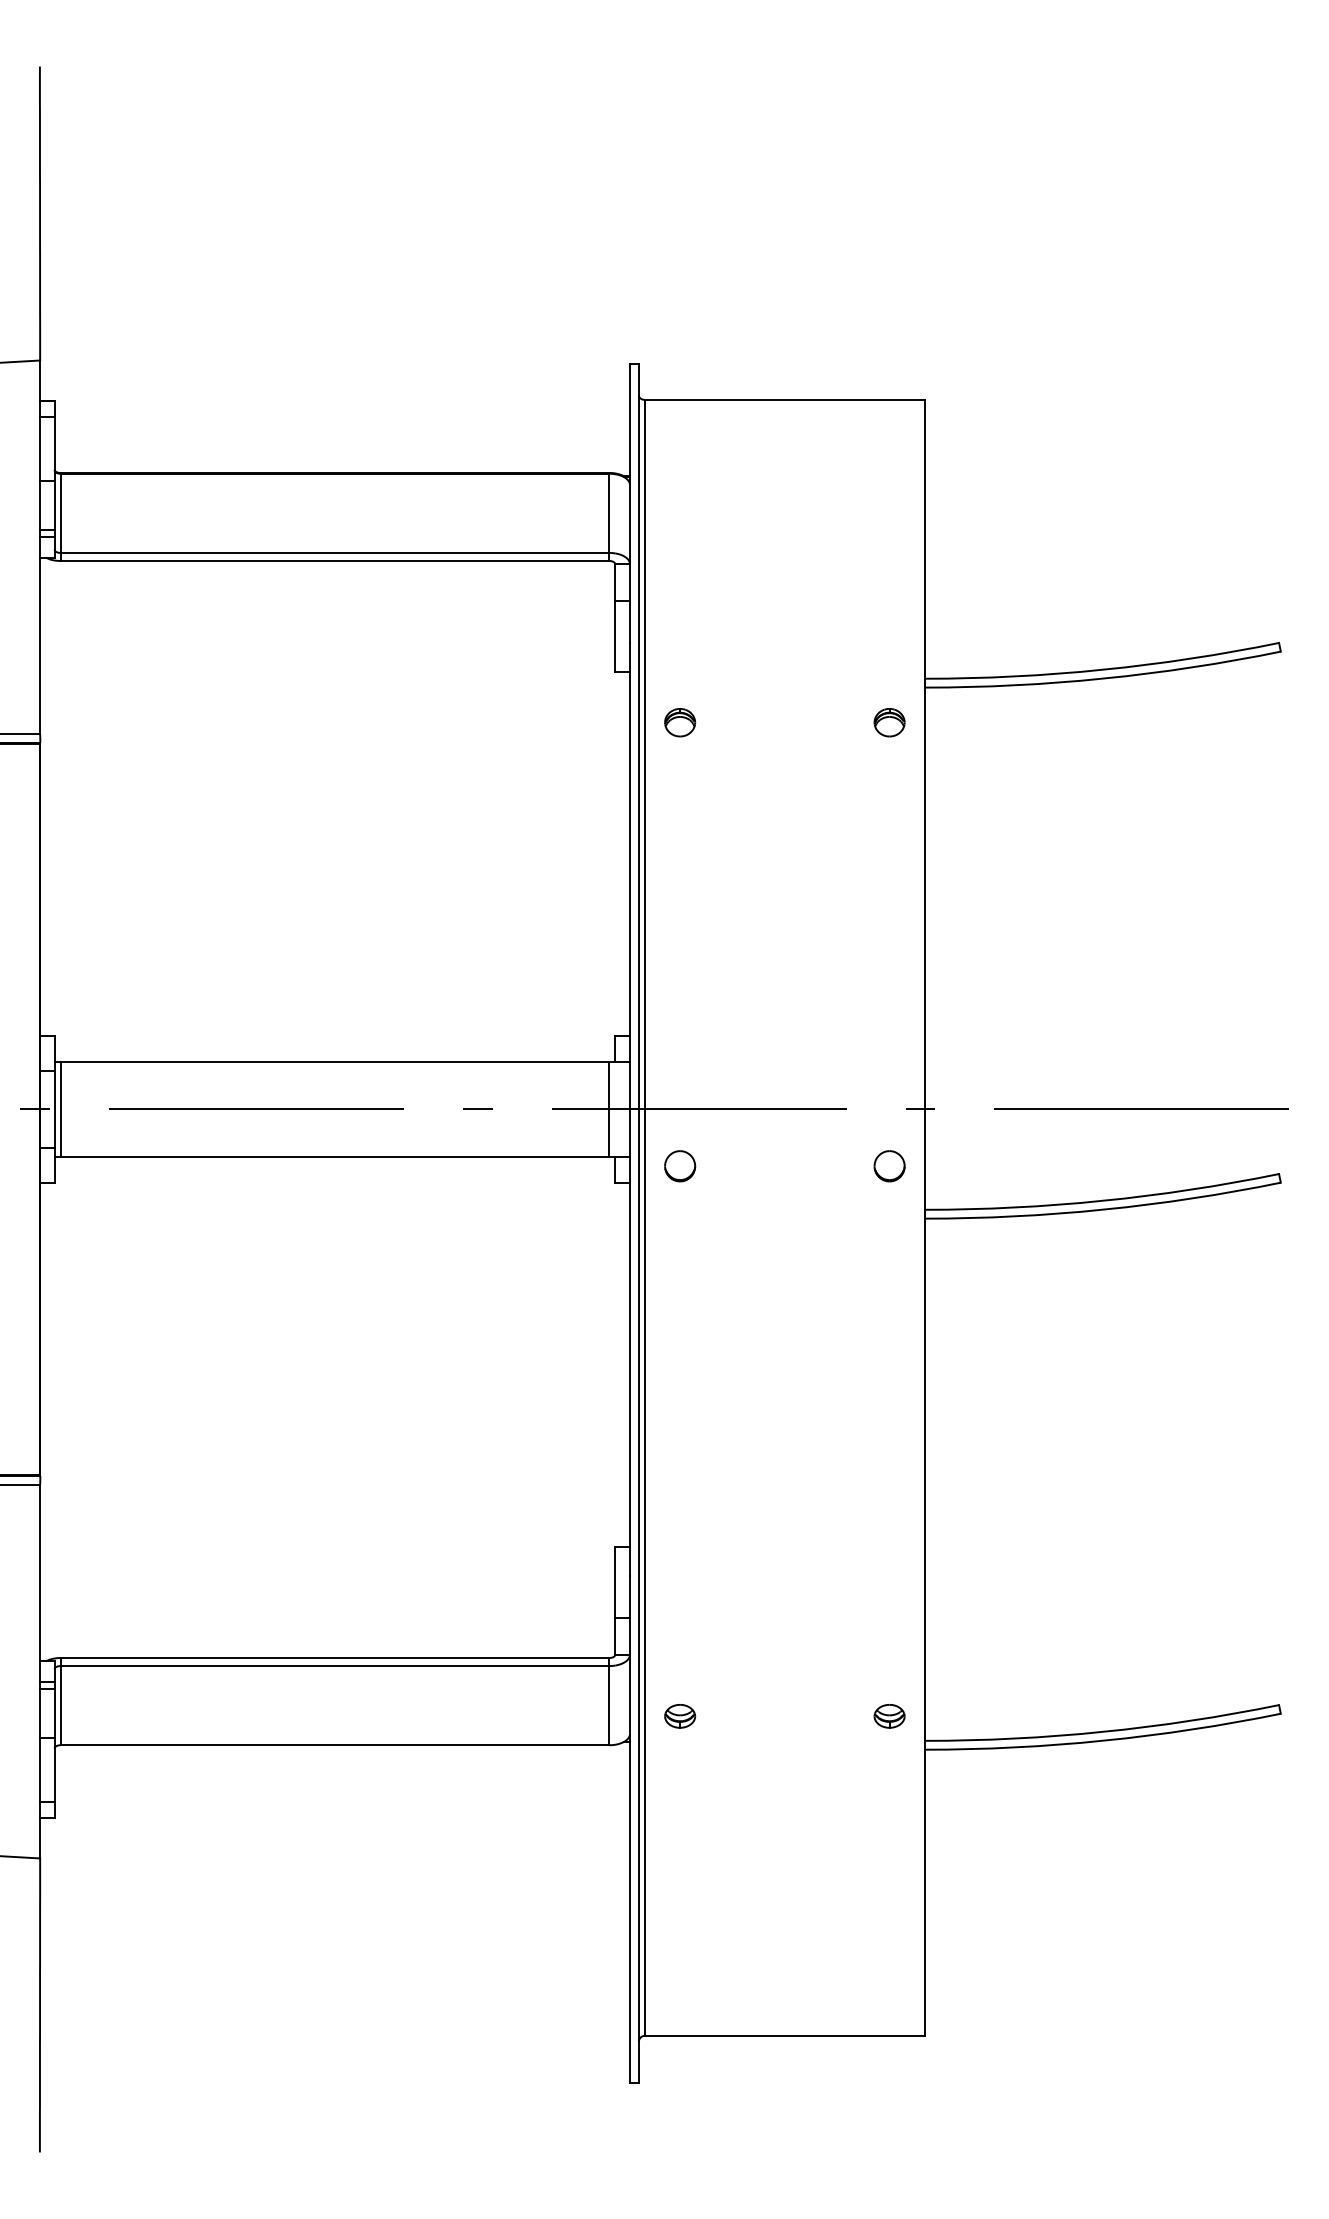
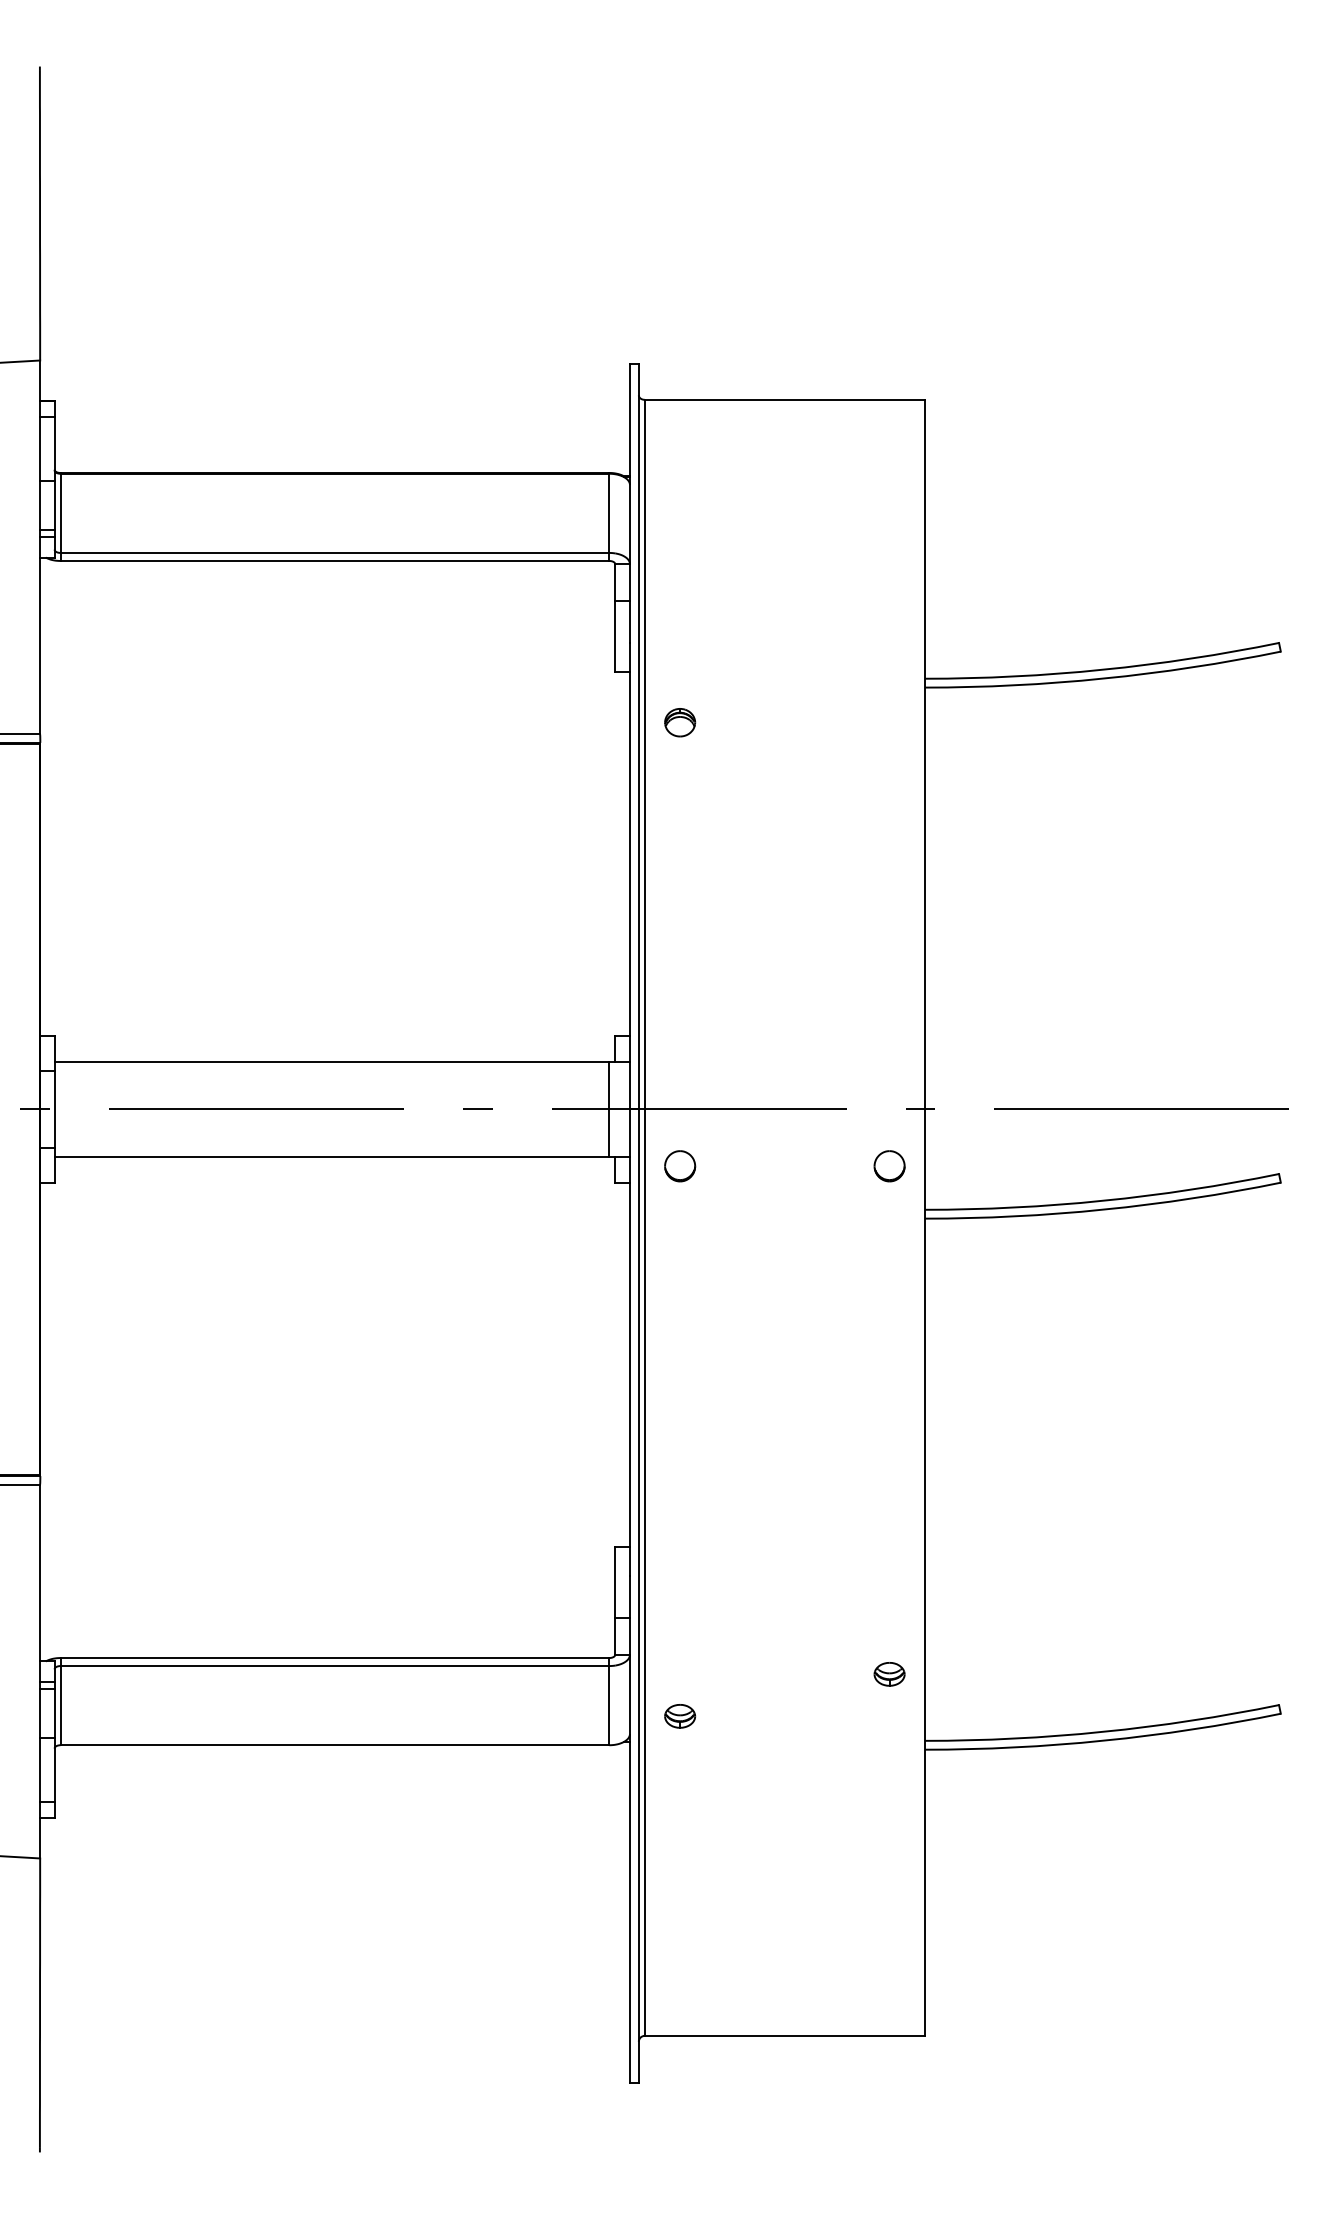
part at (889, 722): present -> none
line at (60, 1109): present -> none
part at (889, 1716) position: (889, 1716) -> (889, 1674)
